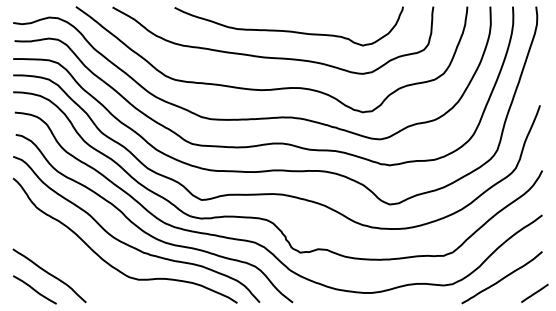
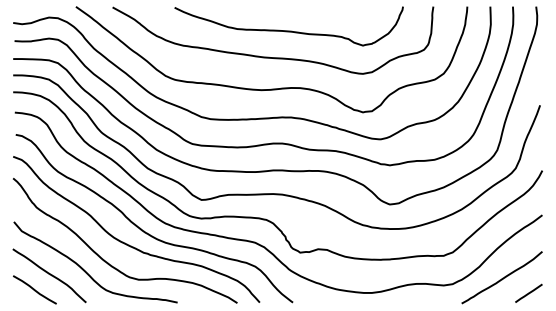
curve at (86, 271): none -> present
line at (534, 292) position: (534, 292) -> (528, 292)
